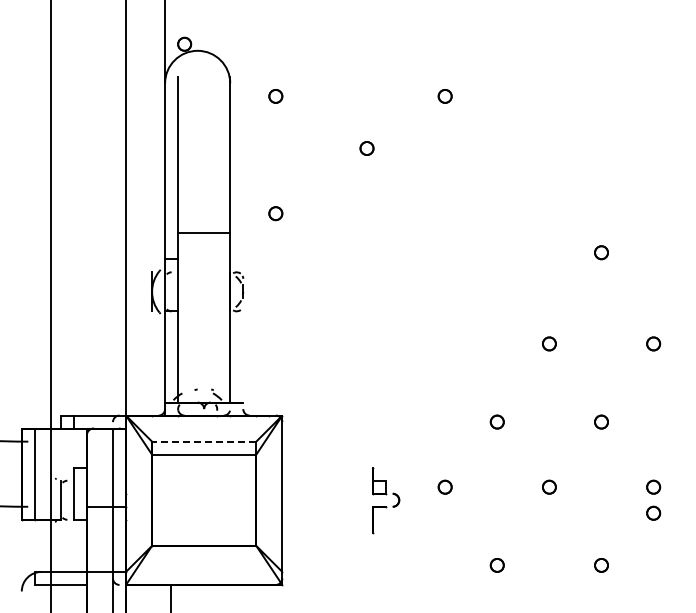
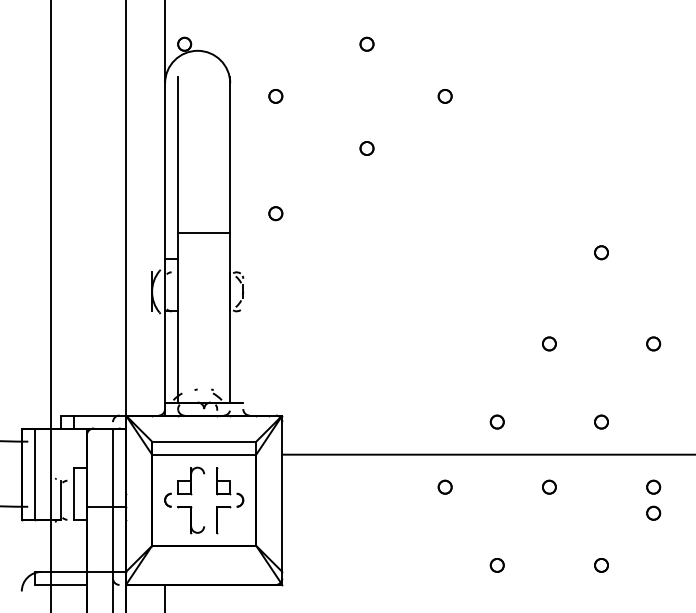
part at (366, 43): none -> present
line at (203, 441): dashed -> solid
line at (487, 454): none -> present
part at (184, 500): none -> present
part at (386, 500) position: (386, 500) -> (230, 500)
line at (171, 596) position: (171, 596) -> (165, 596)
